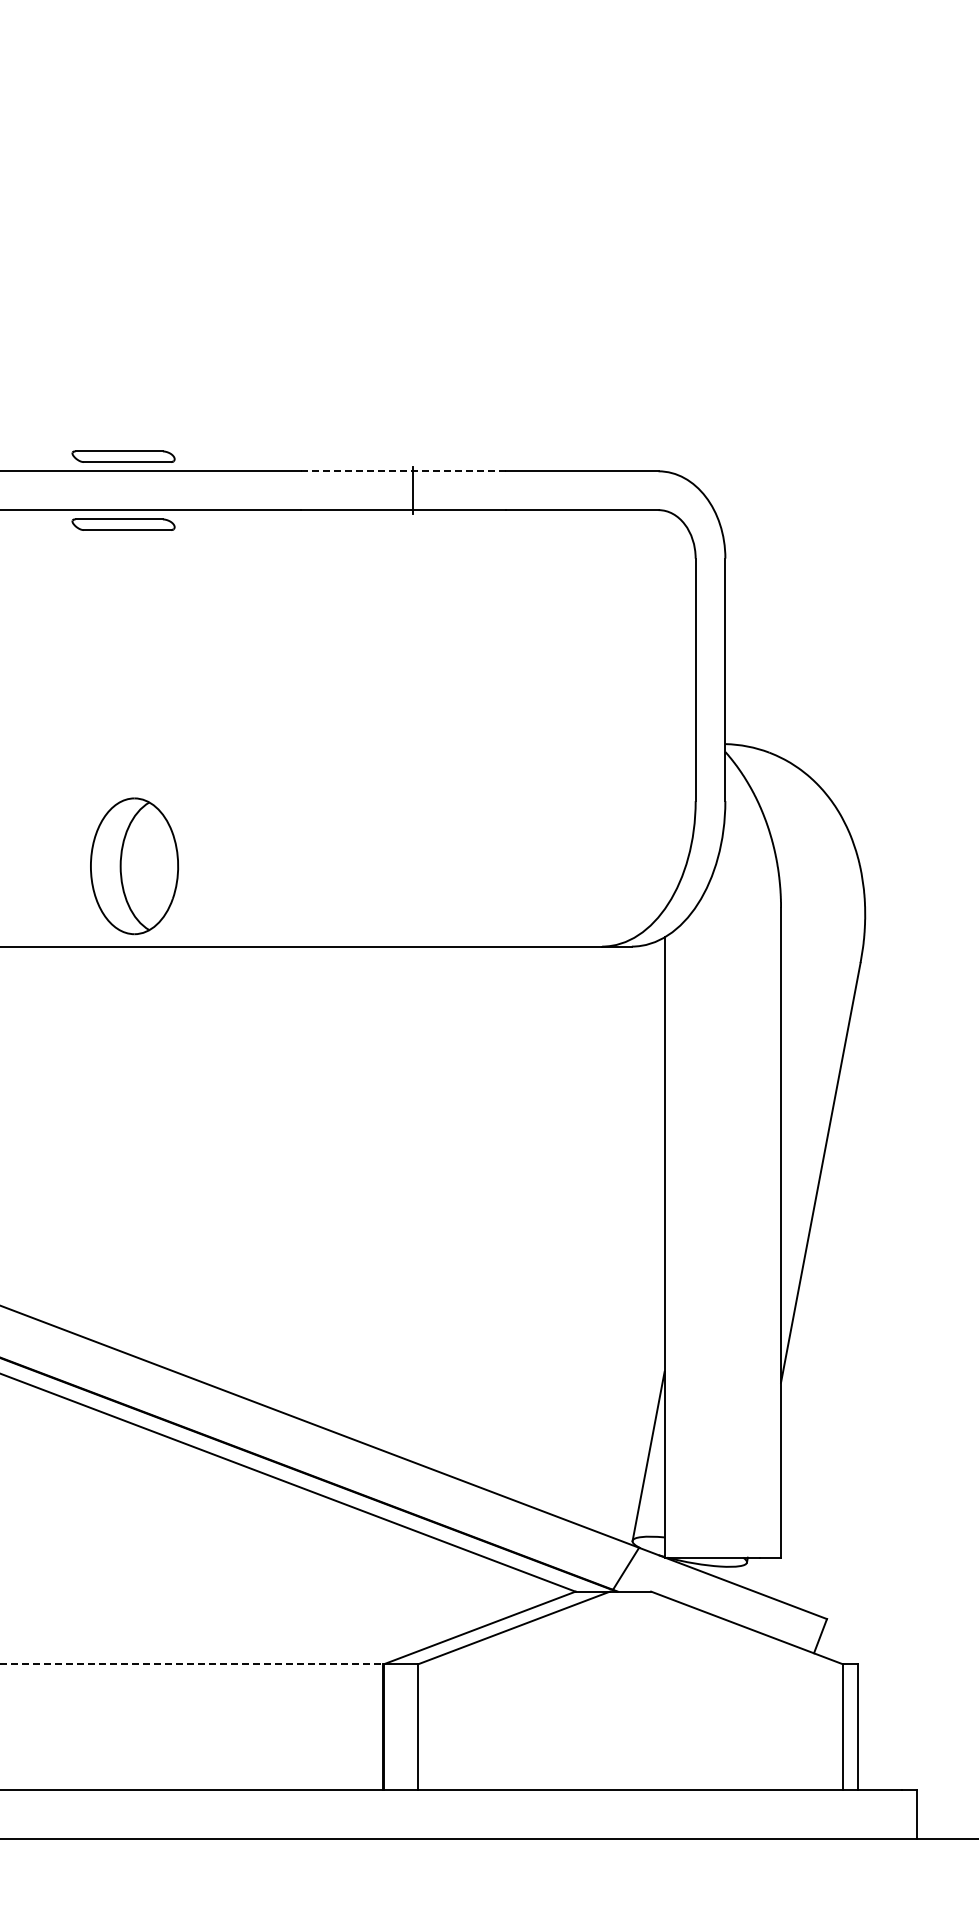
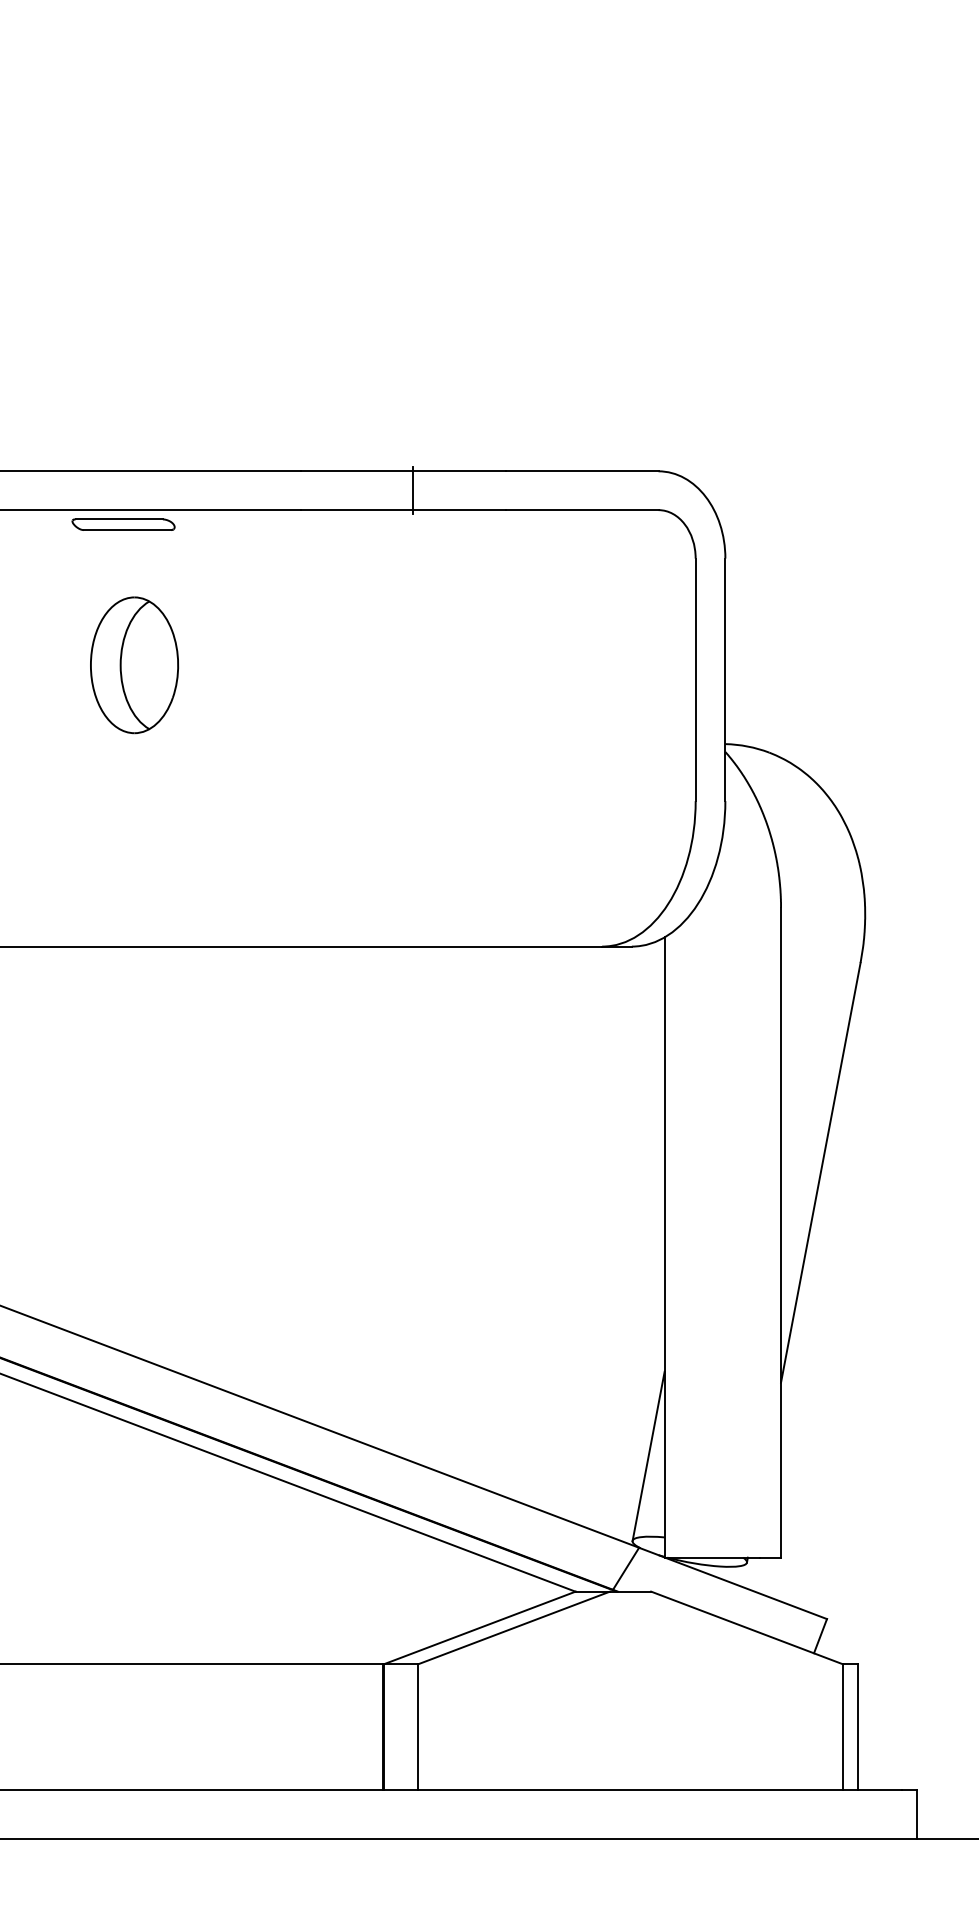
part at (123, 456): present -> none
line at (404, 471): dashed -> solid
part at (134, 866) position: (134, 866) -> (134, 665)
line at (192, 1664): dashed -> solid
